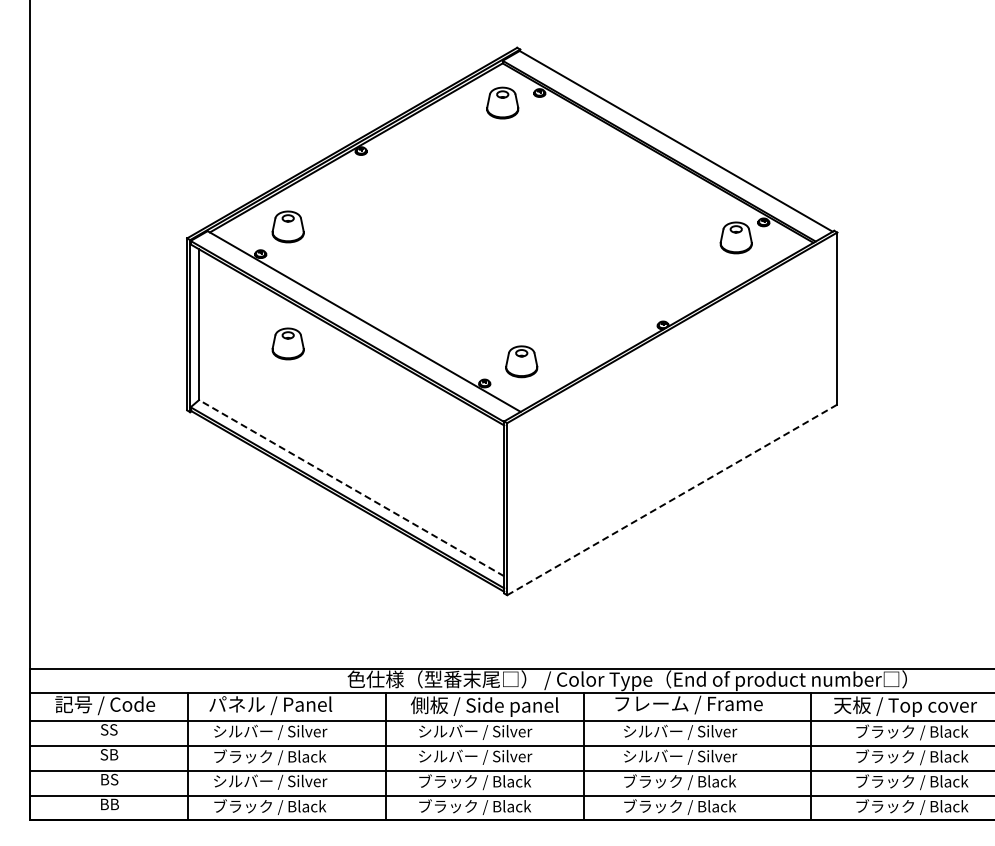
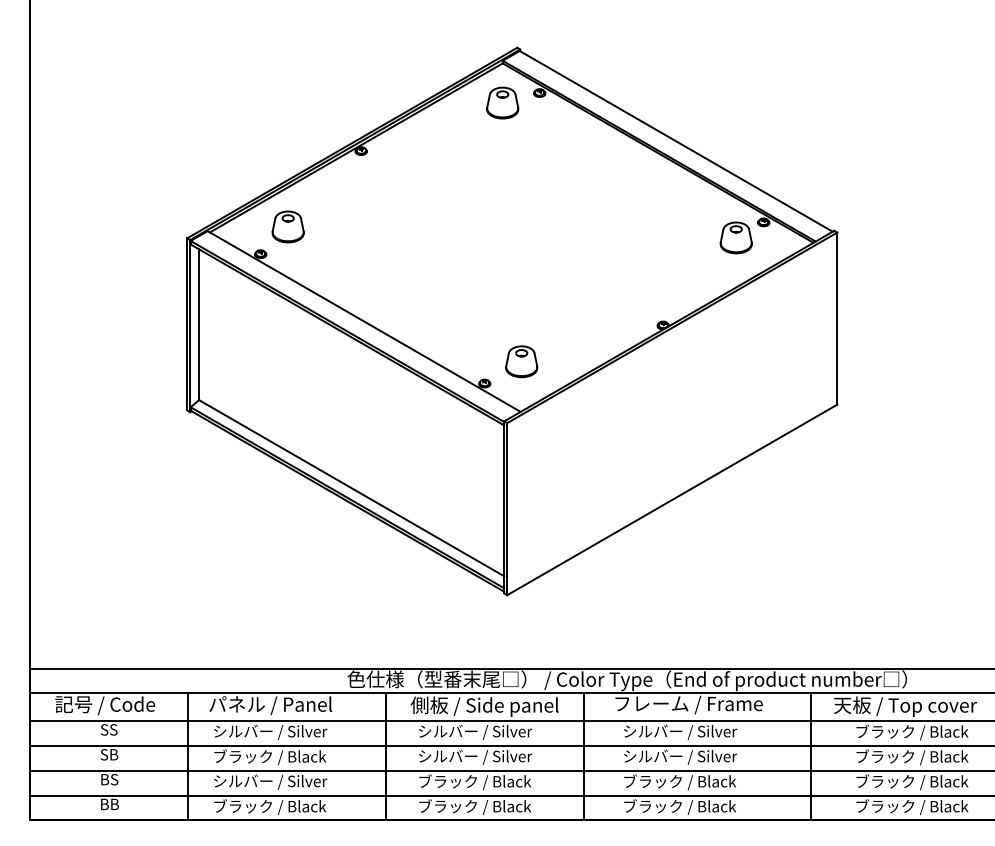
part at (287, 343): present -> none
line at (351, 487): dashed -> solid
line at (672, 499): dashed -> solid
